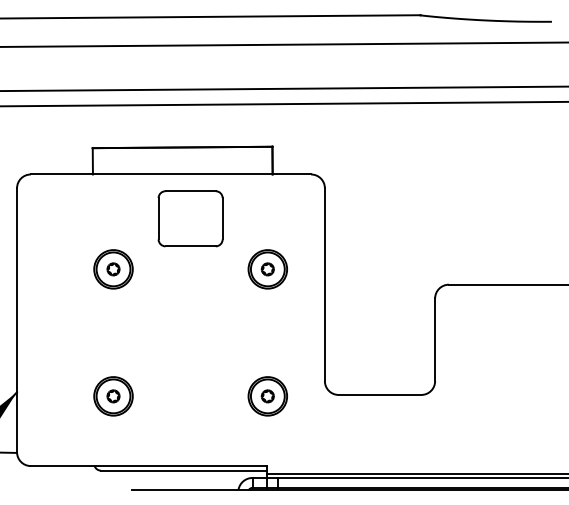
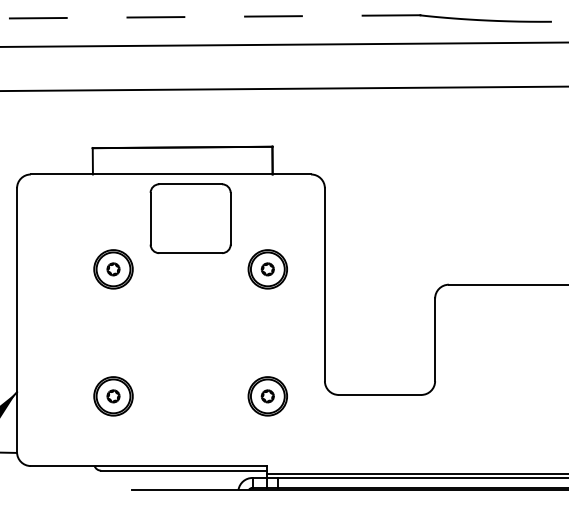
line at (210, 16): solid -> dashed
line at (283, 103): present -> none
part at (190, 218) size: 67x58 px -> 83x71 px
